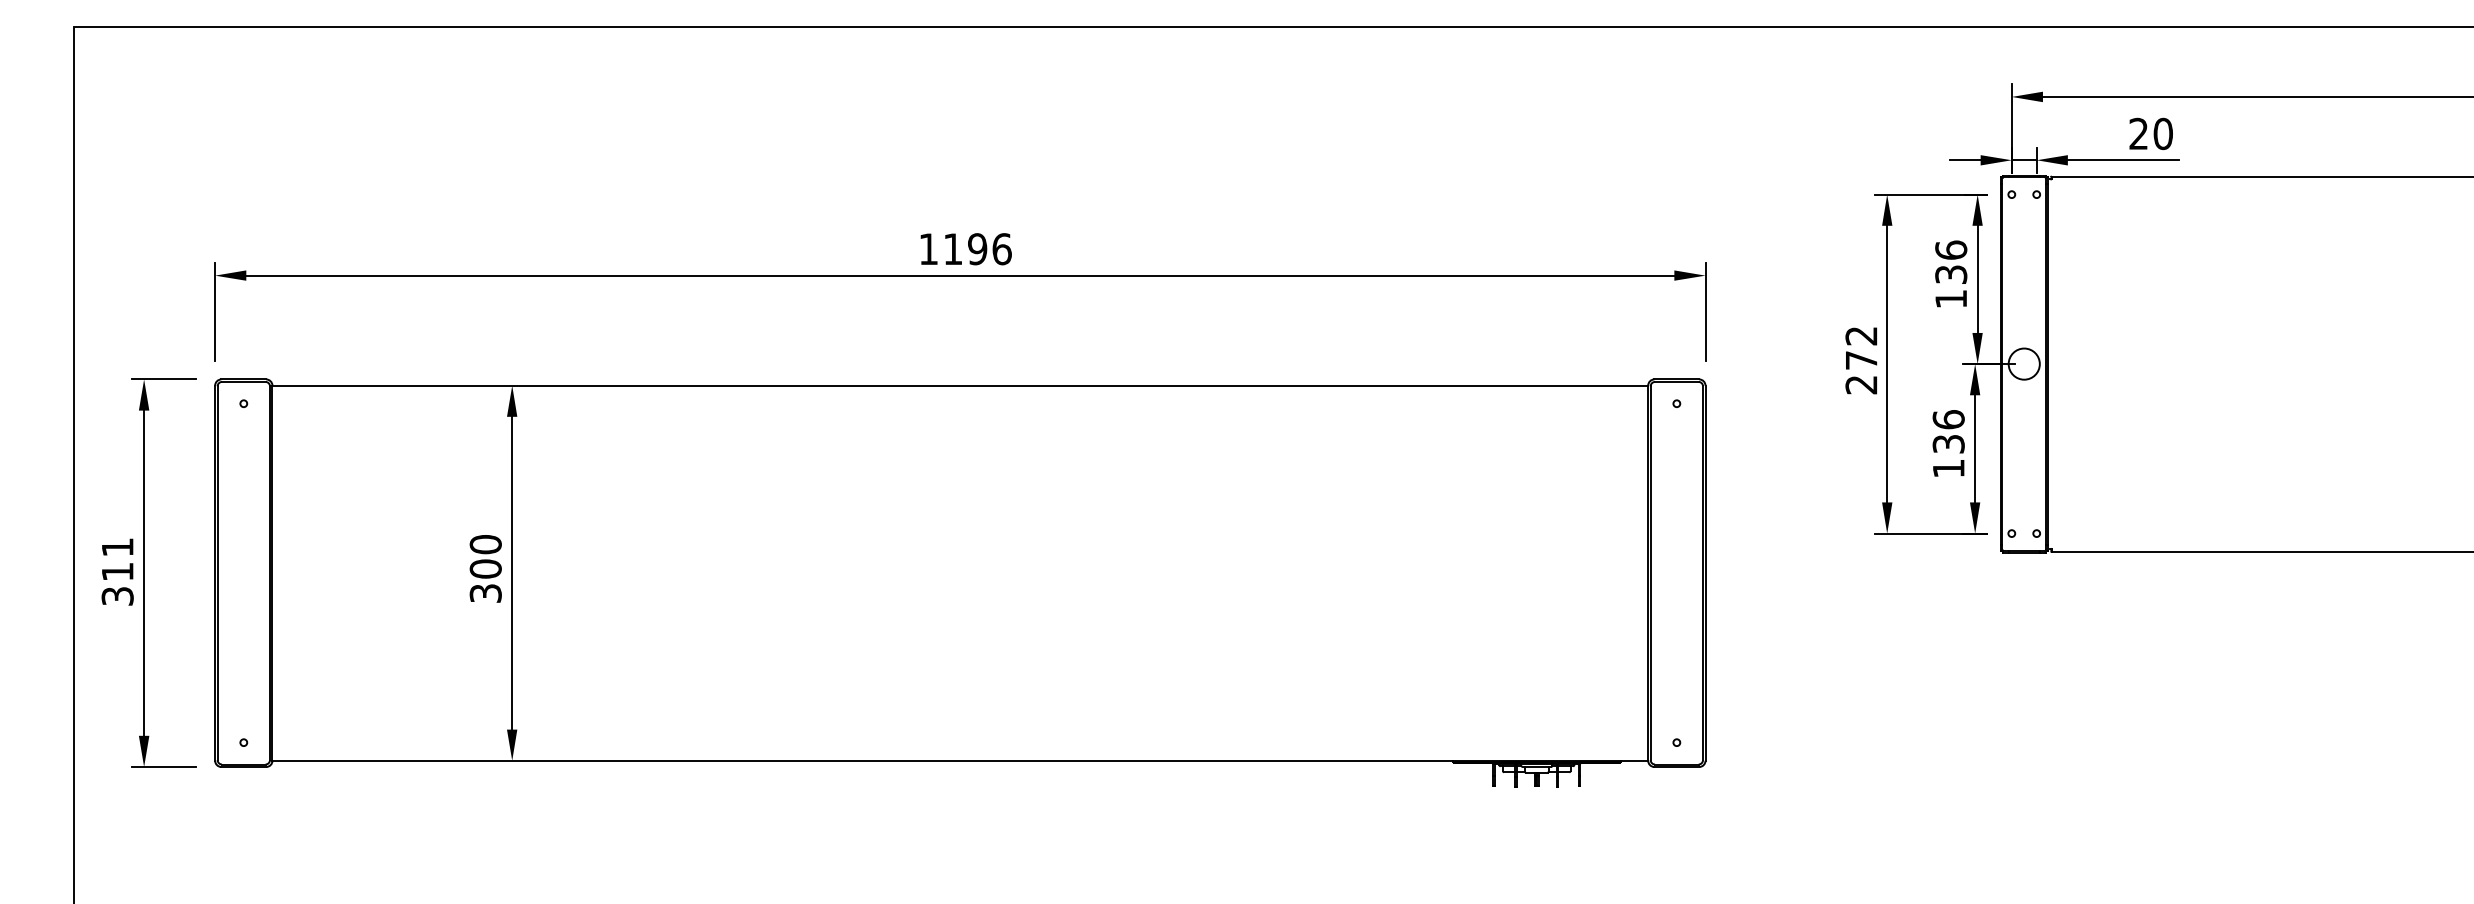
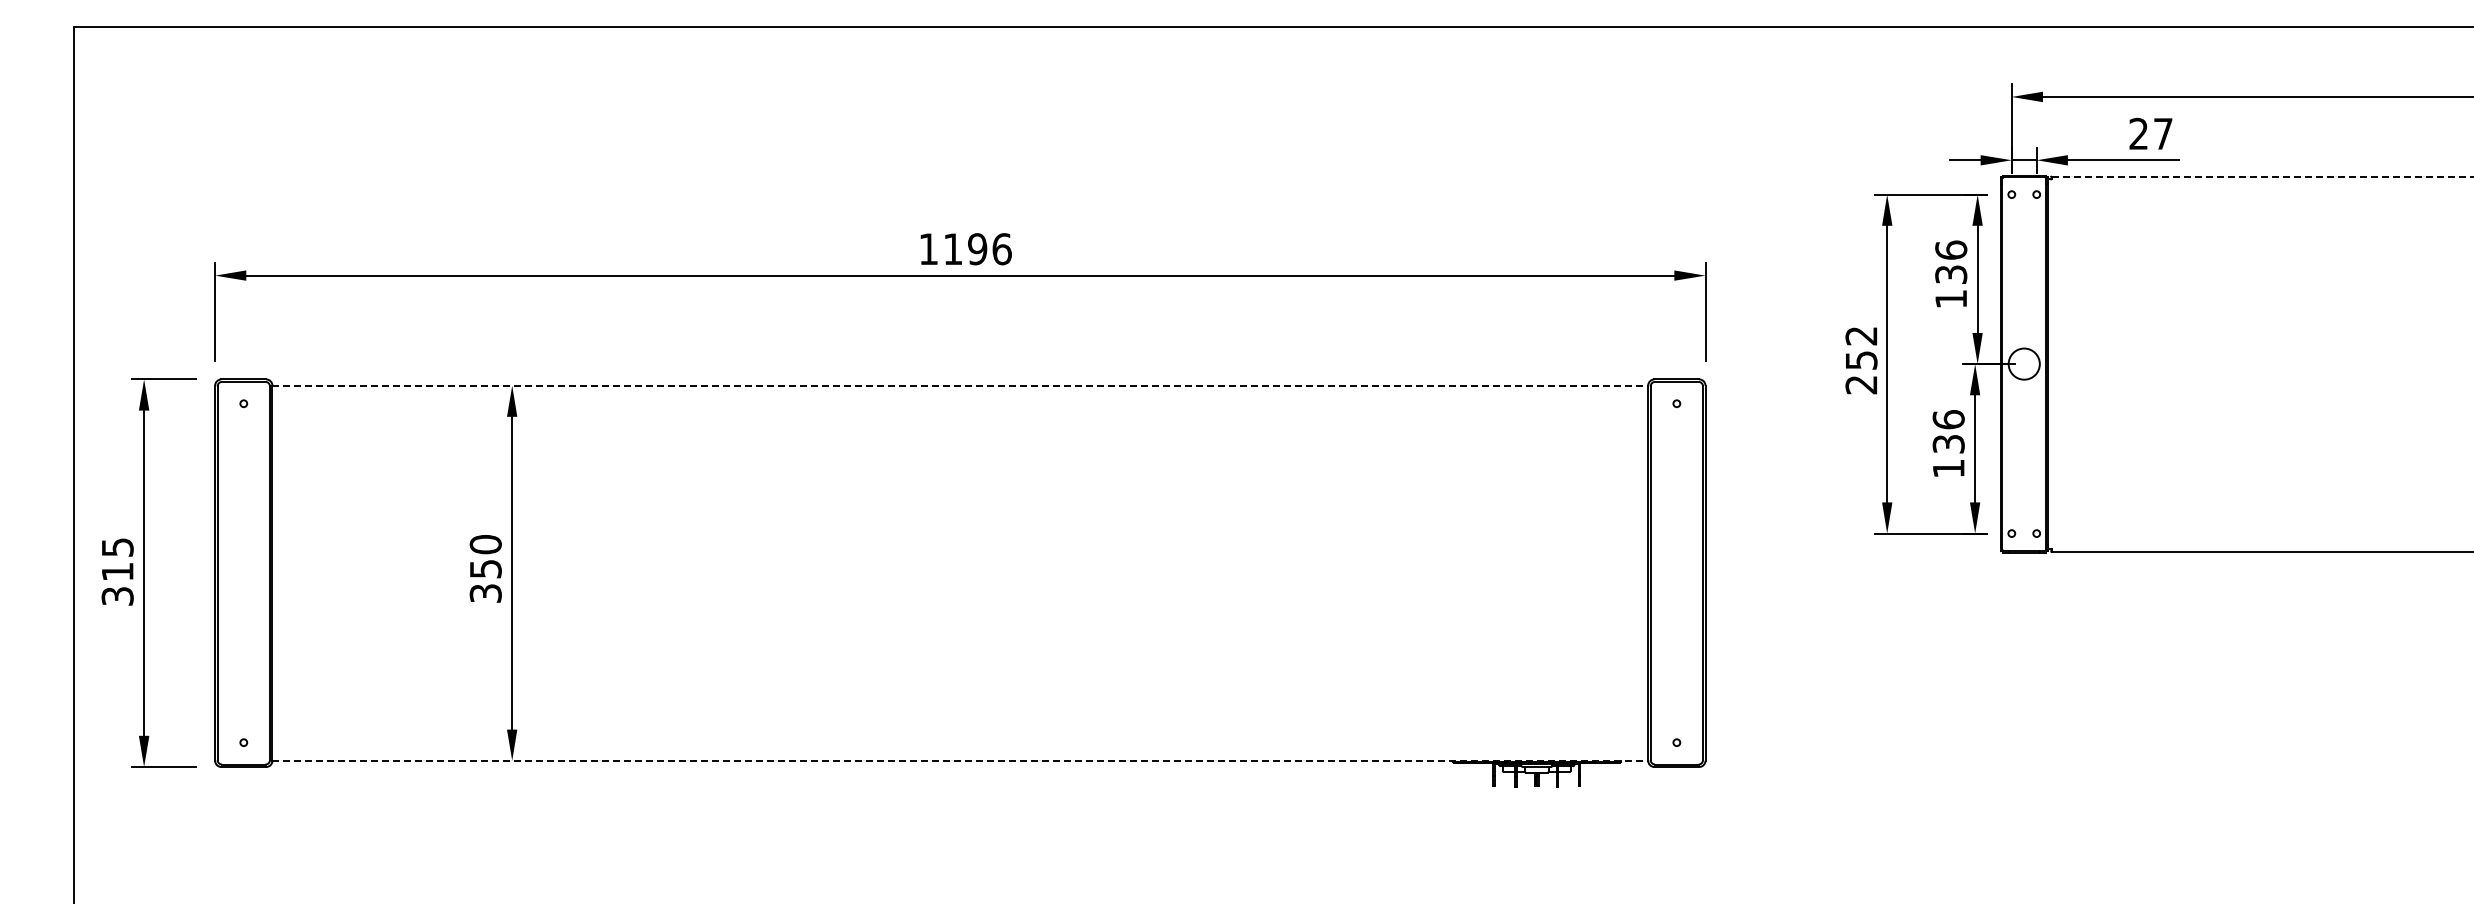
text at (2162, 133): 20 -> 27
line at (2262, 176): solid -> dashed
text at (1861, 360): 272 -> 252
line at (960, 385): solid -> dashed
text at (117, 547): 311 -> 315
text at (485, 568): 300 -> 350
line at (960, 760): solid -> dashed
